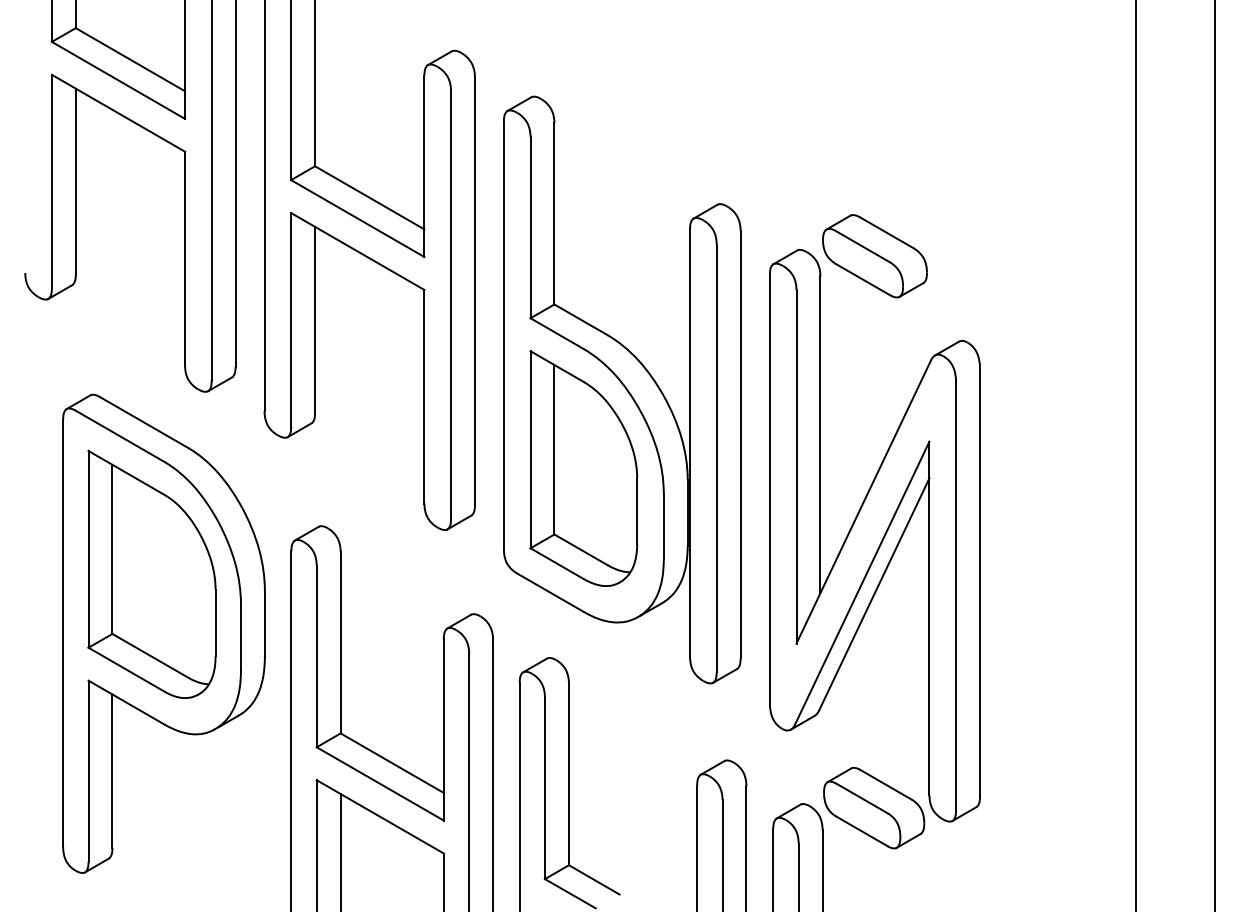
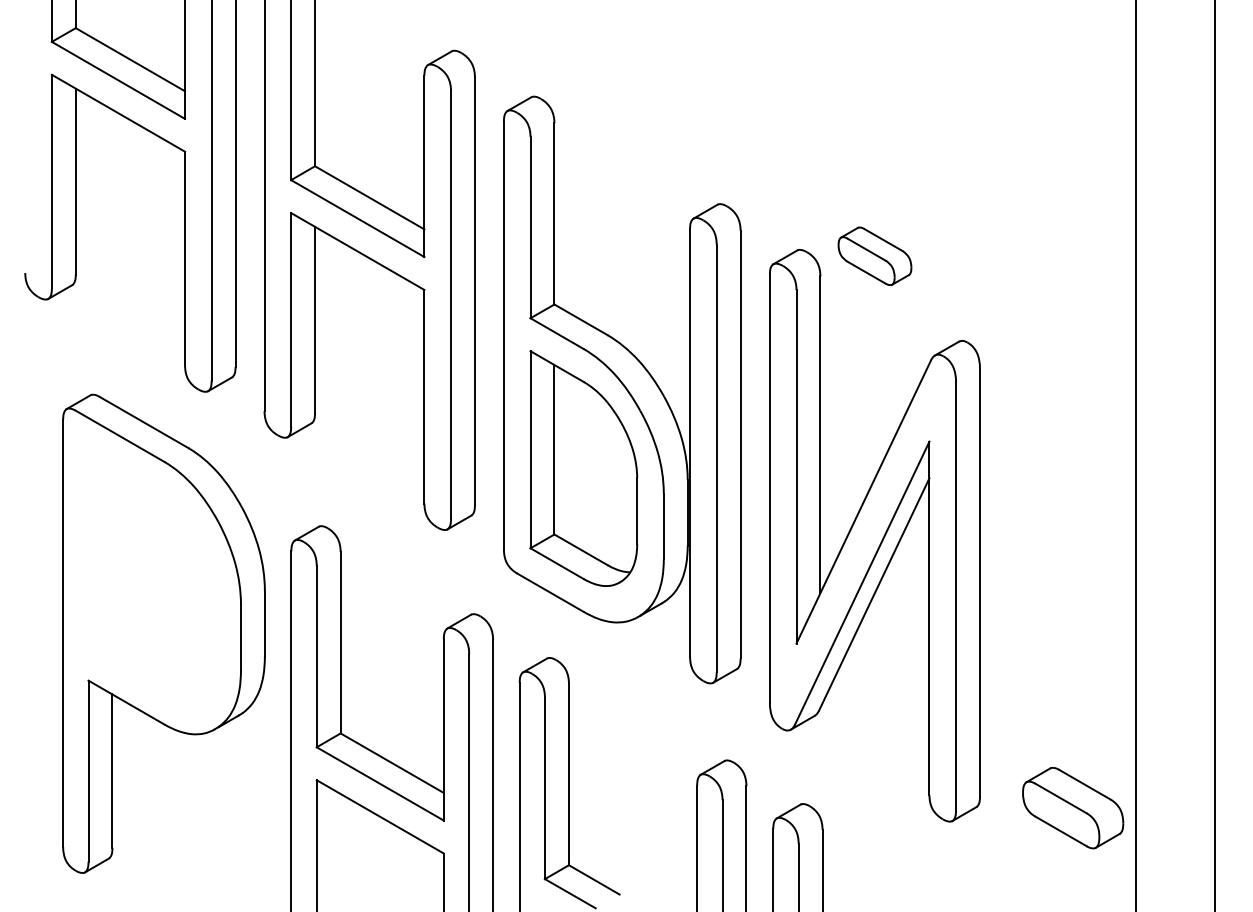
part at (874, 256) size: 106x85 px -> 76x60 px
part at (151, 573): present -> none
part at (874, 807) position: (874, 807) -> (1073, 807)
line at (340, 850): present -> none
